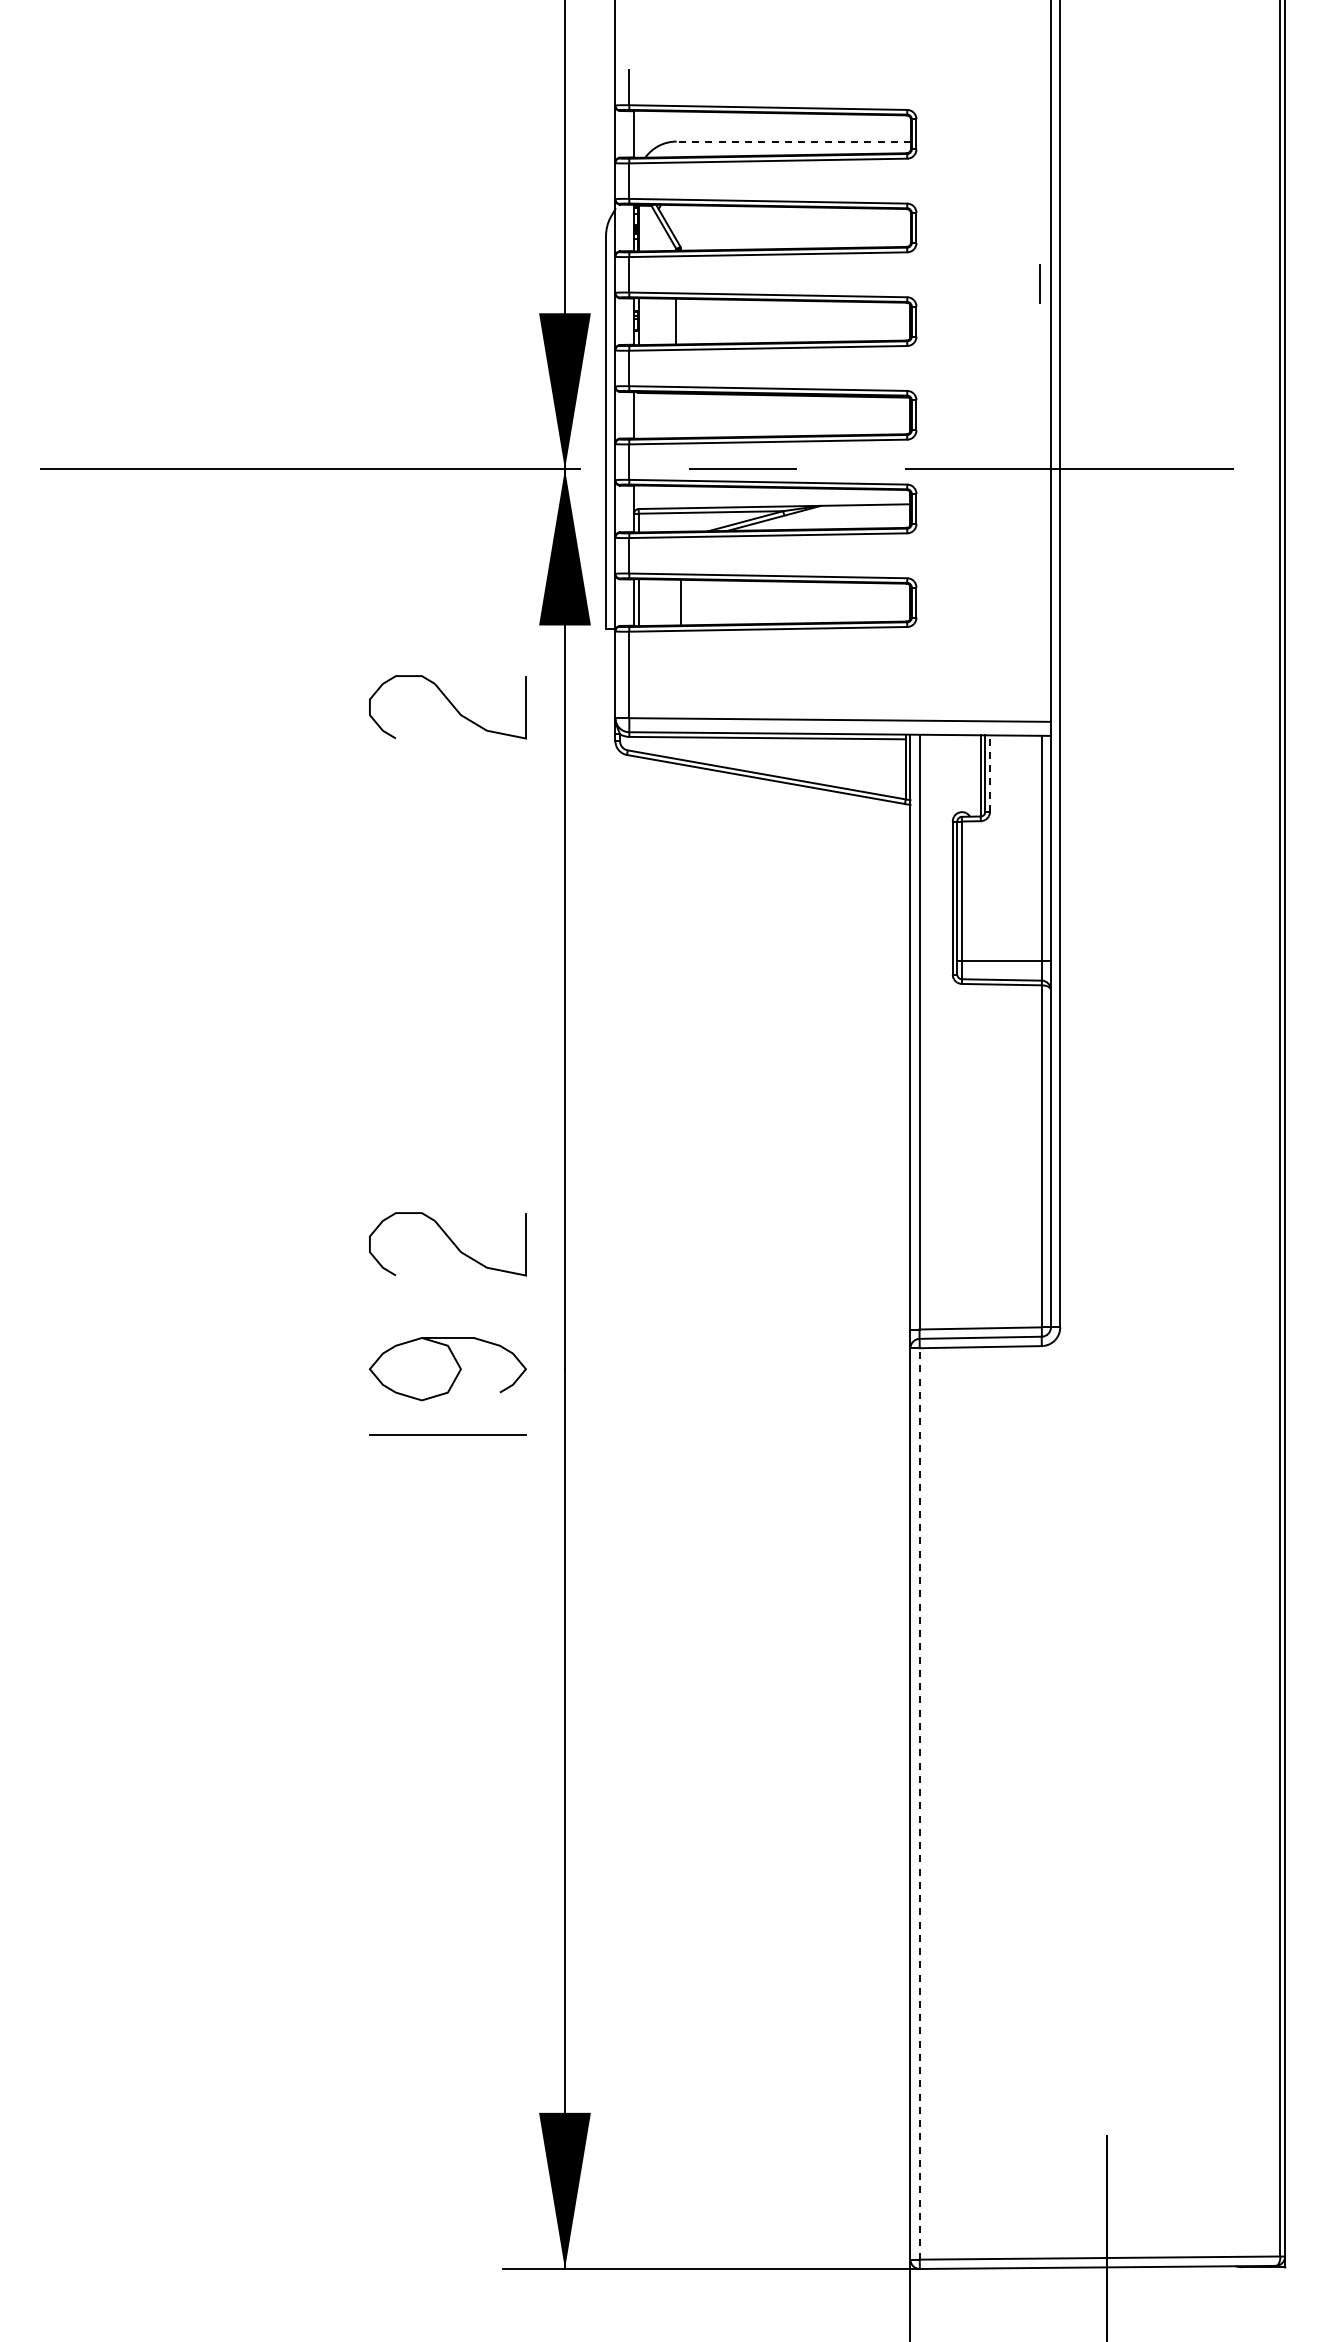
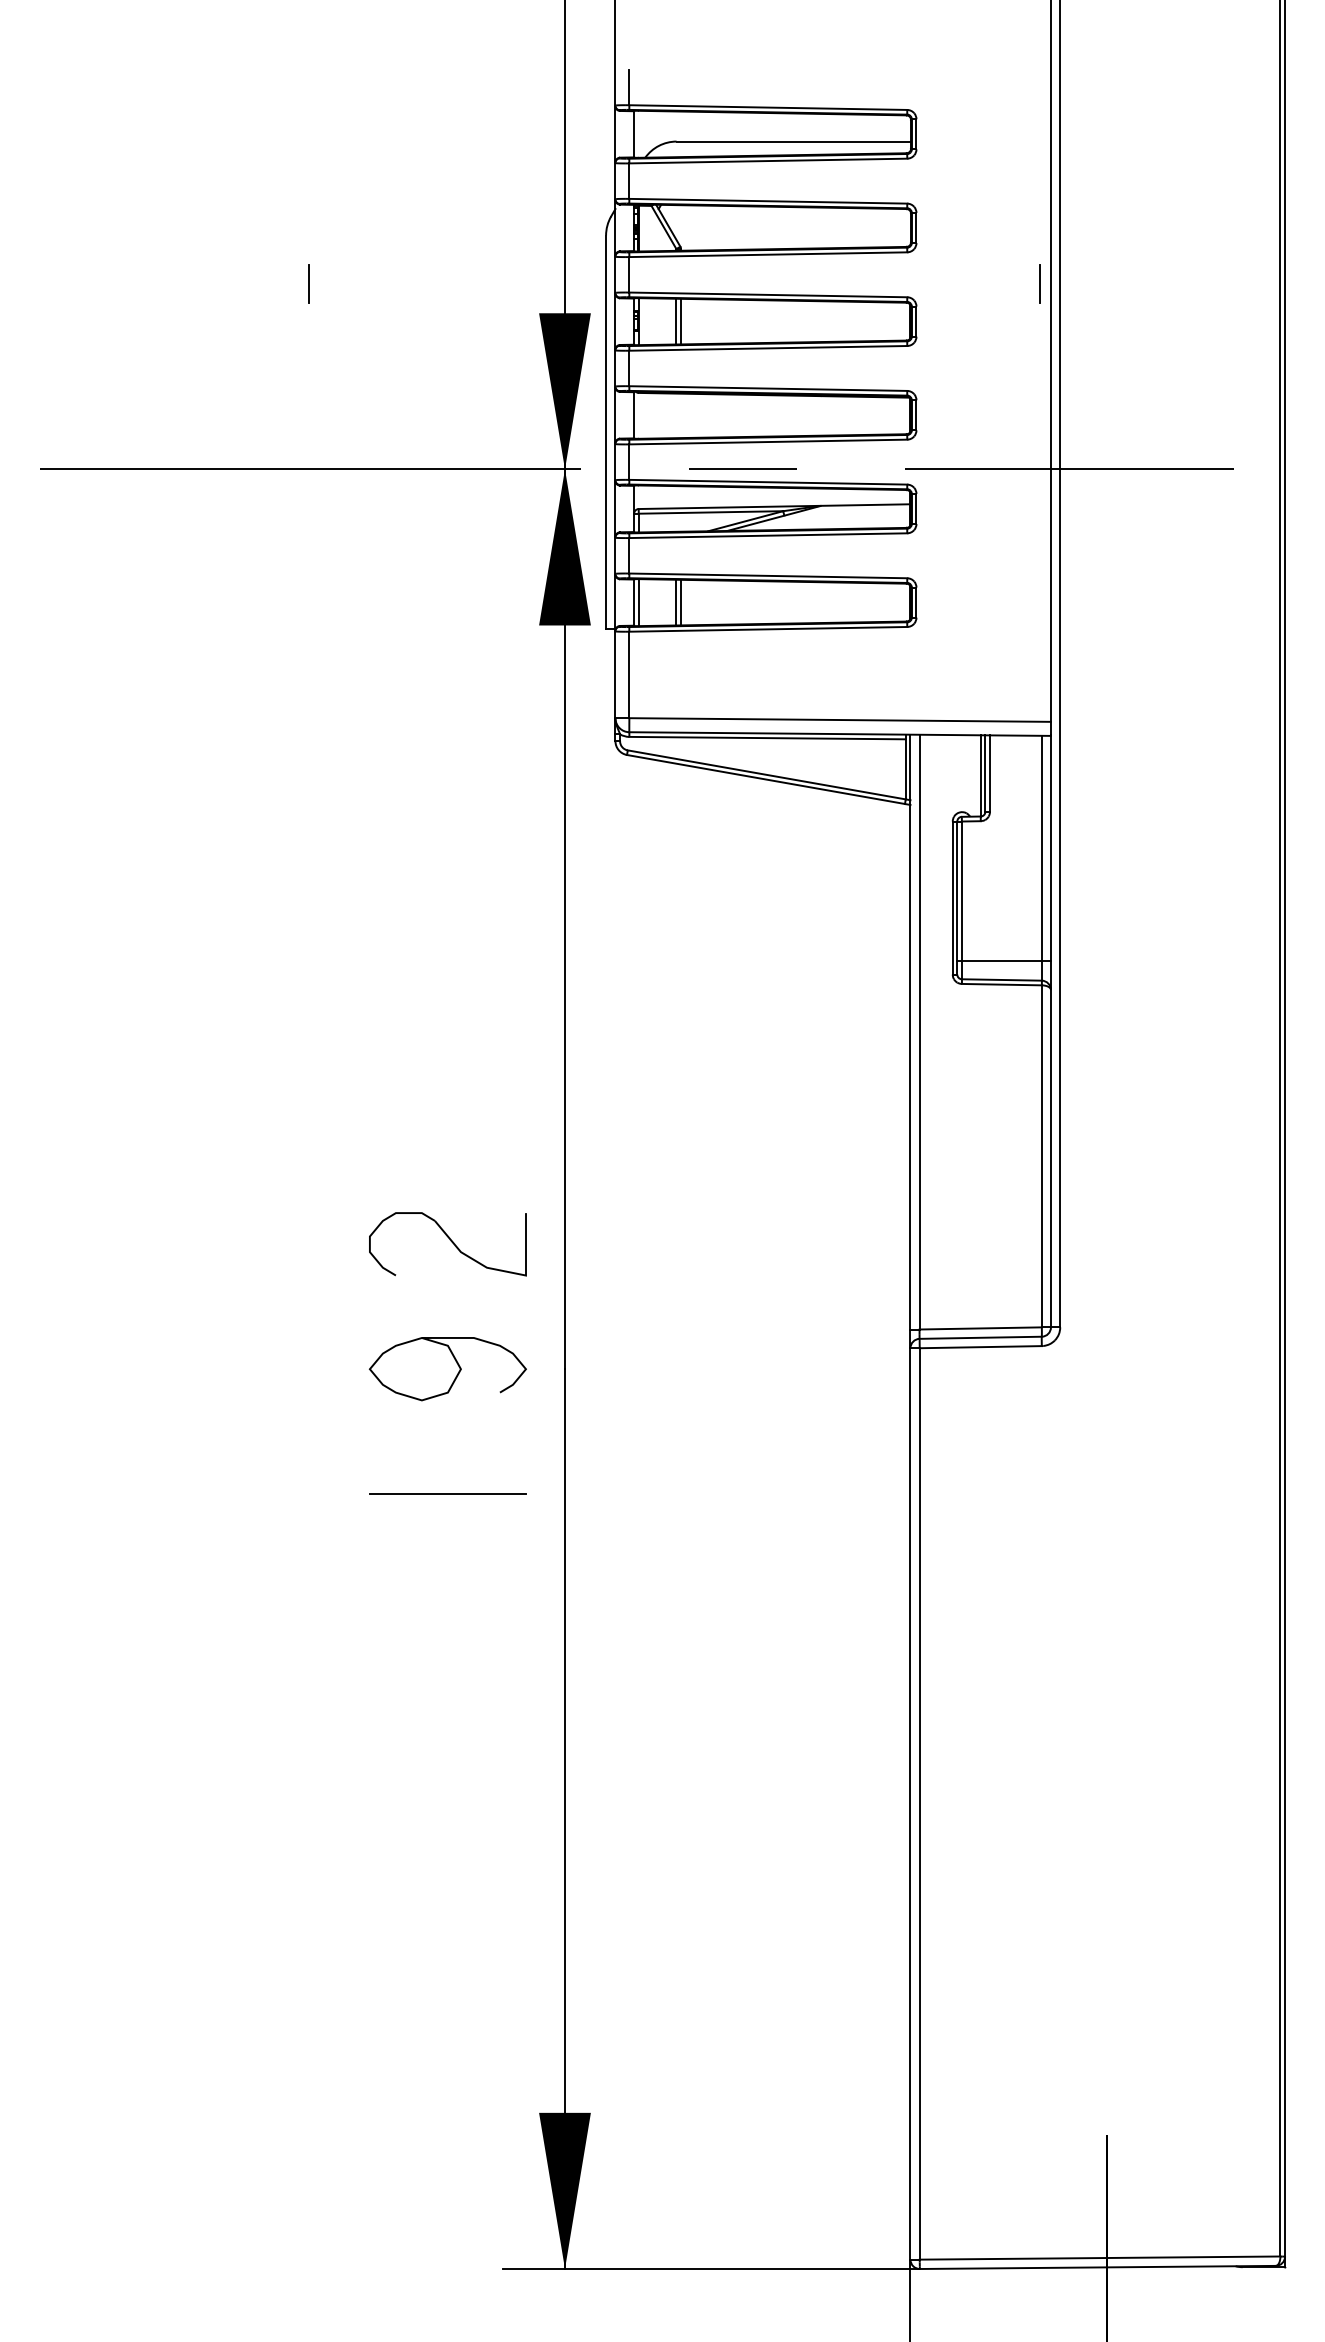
line at (793, 141): dashed -> solid
line at (309, 283): none -> present
line at (681, 321): none -> present
line at (676, 602): none -> present
part at (447, 707): present -> none
line at (990, 773): dashed -> solid
line at (447, 1434) position: (447, 1434) -> (447, 1493)
line at (919, 1803): dashed -> solid
